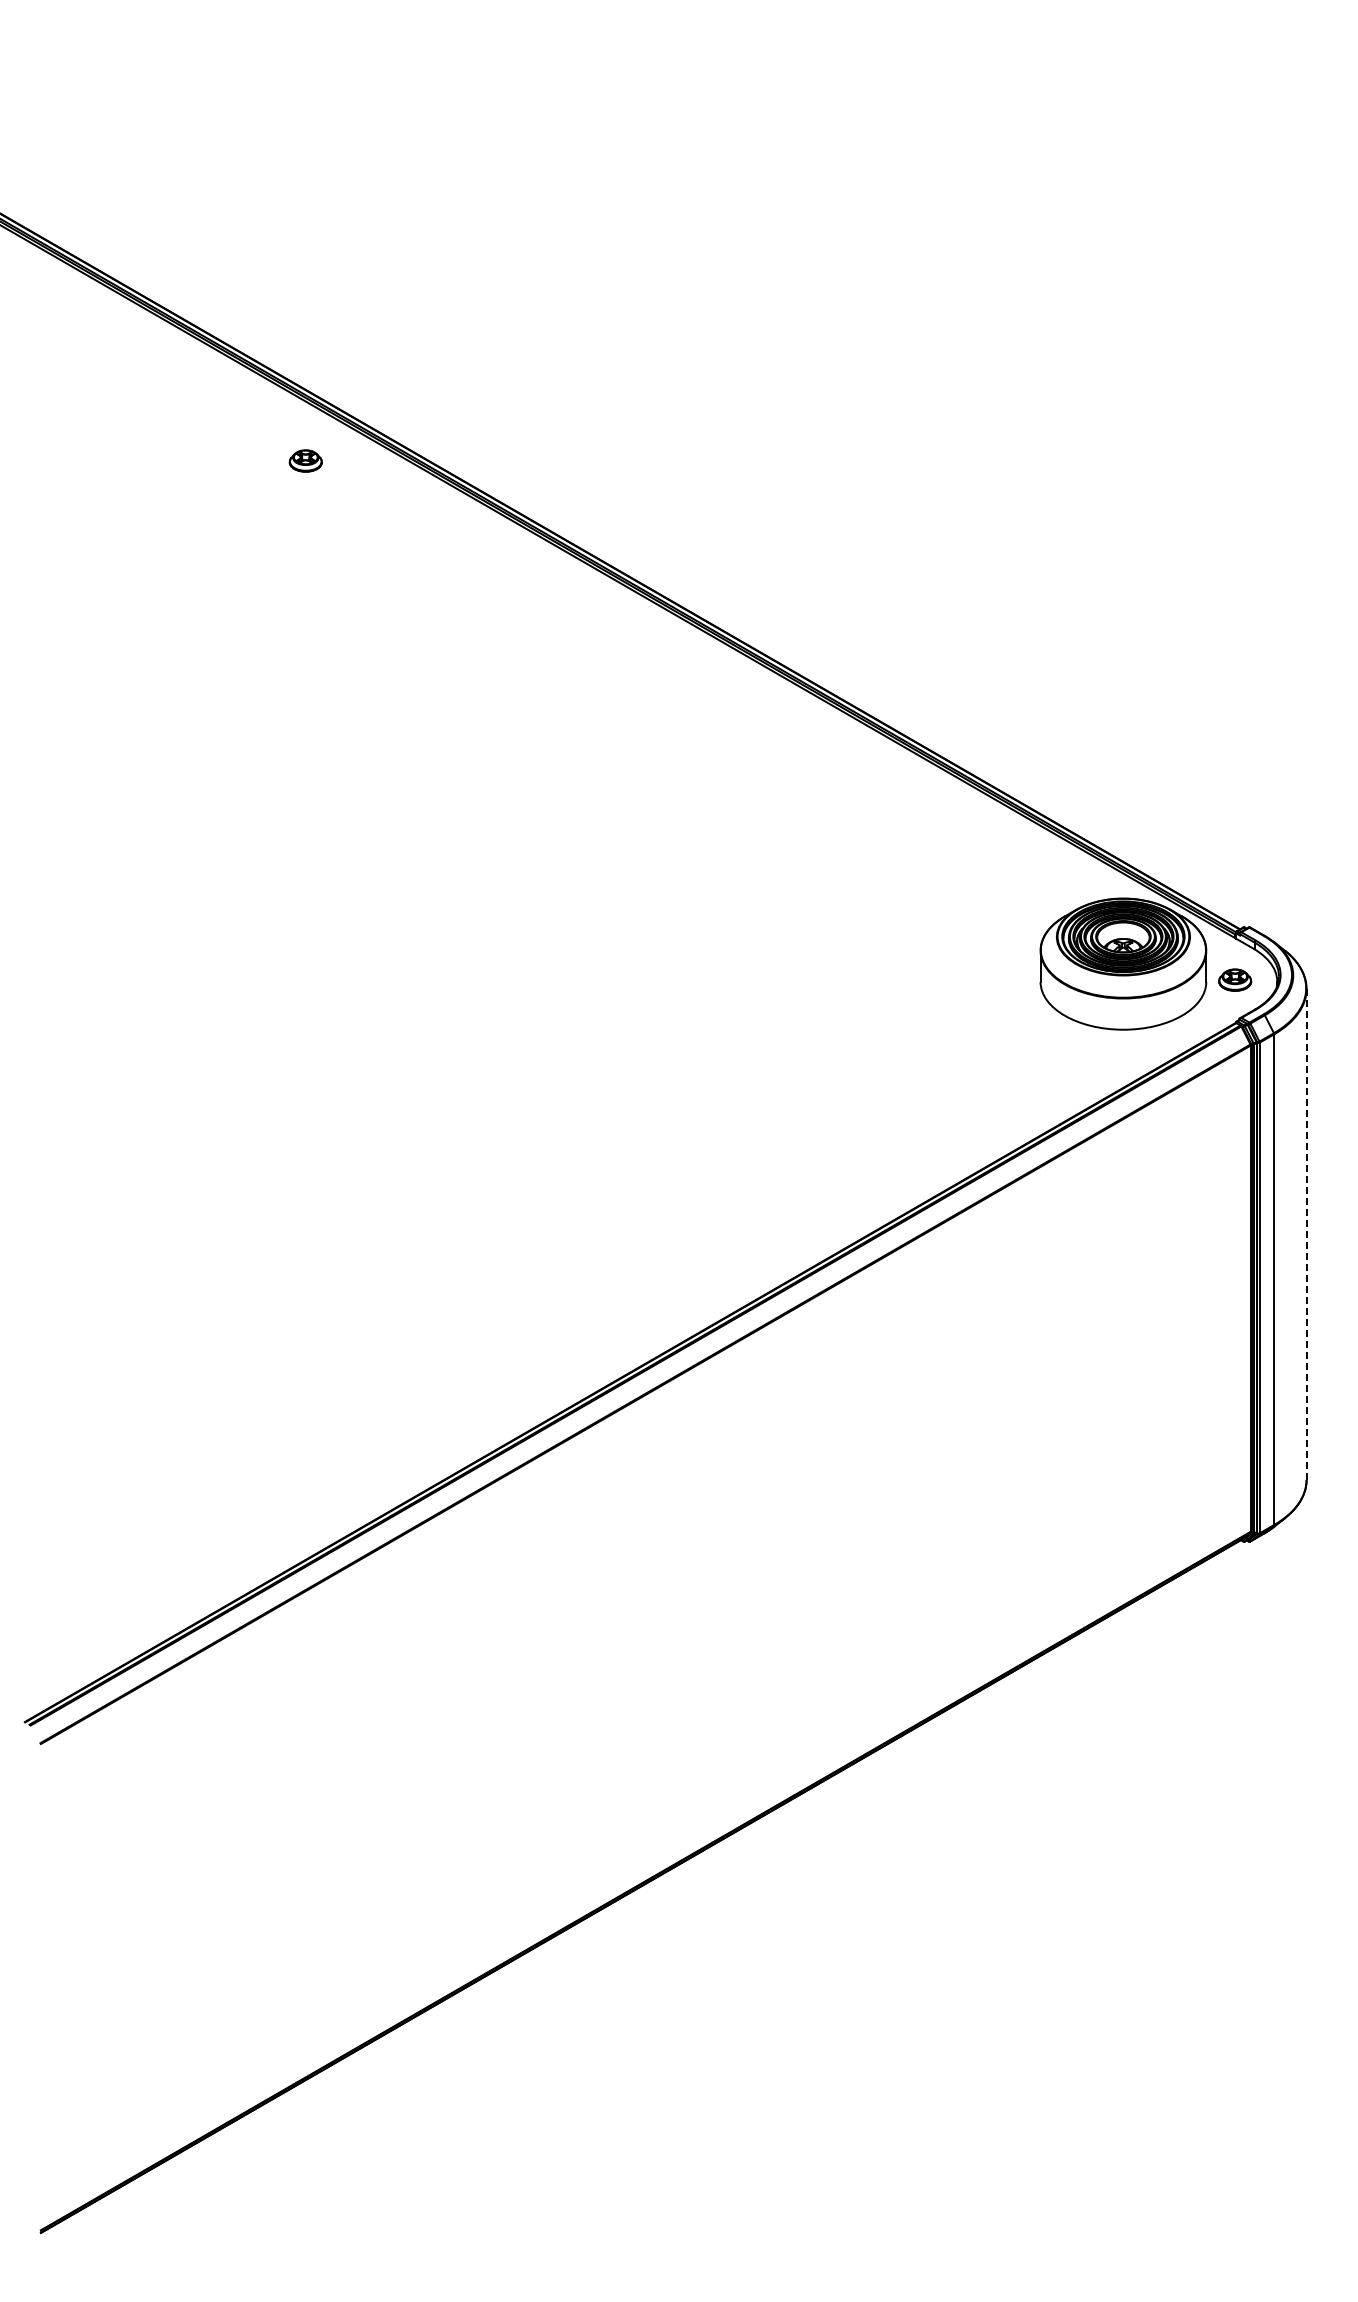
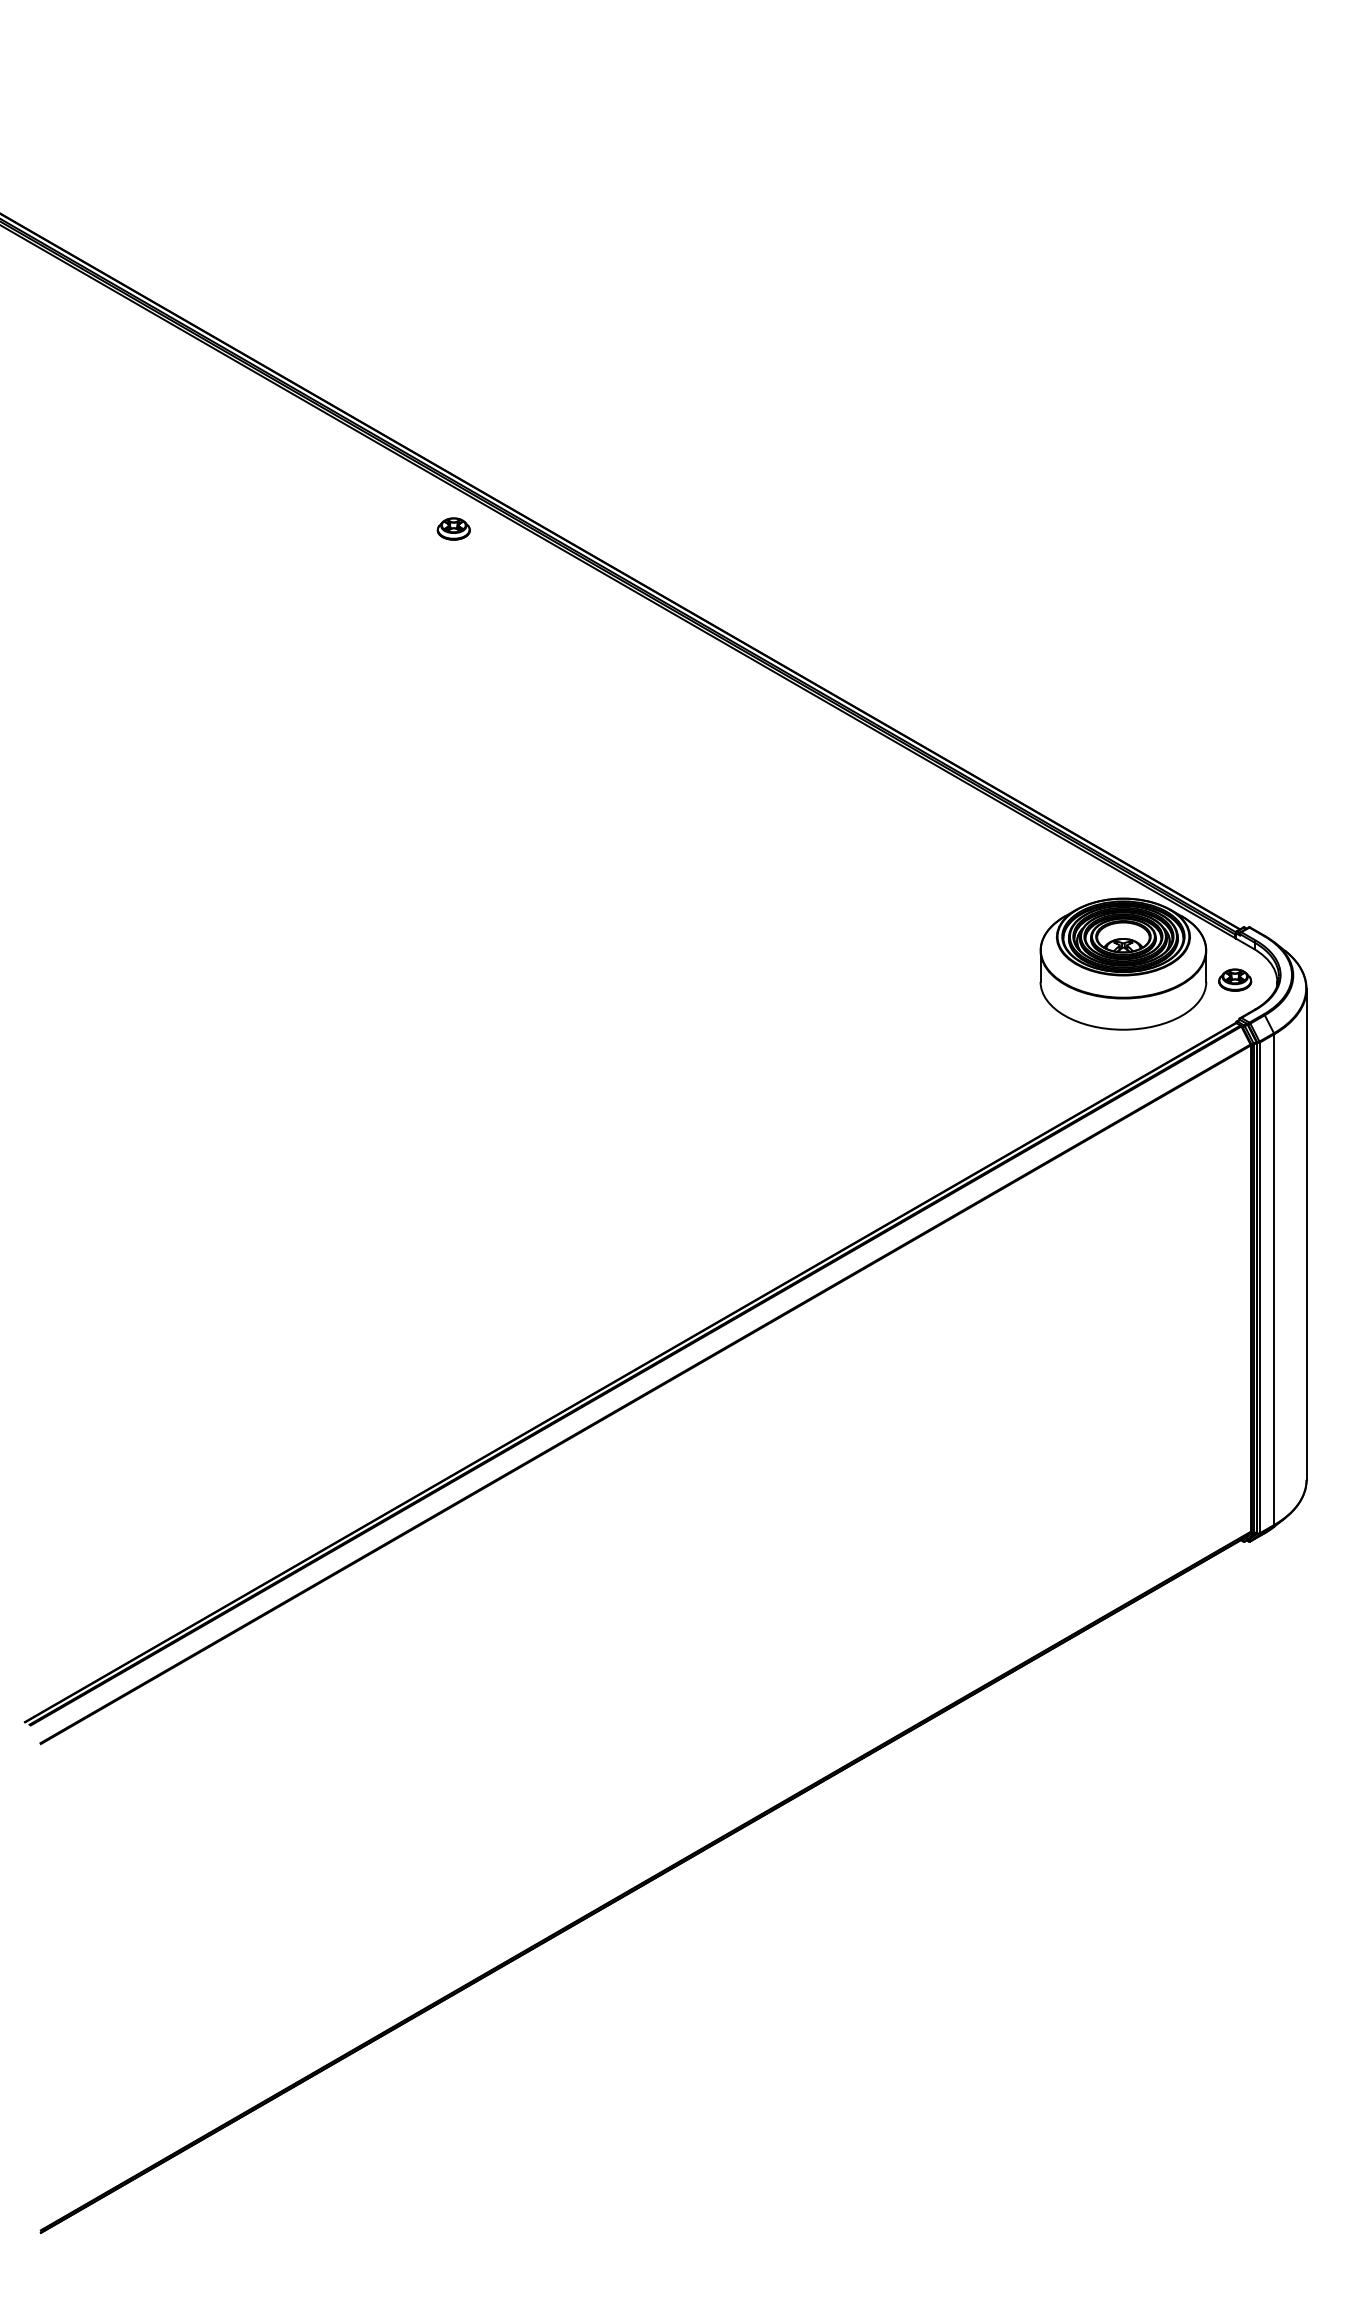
part at (305, 460) position: (305, 460) -> (453, 528)
line at (1306, 1235): dashed -> solid
